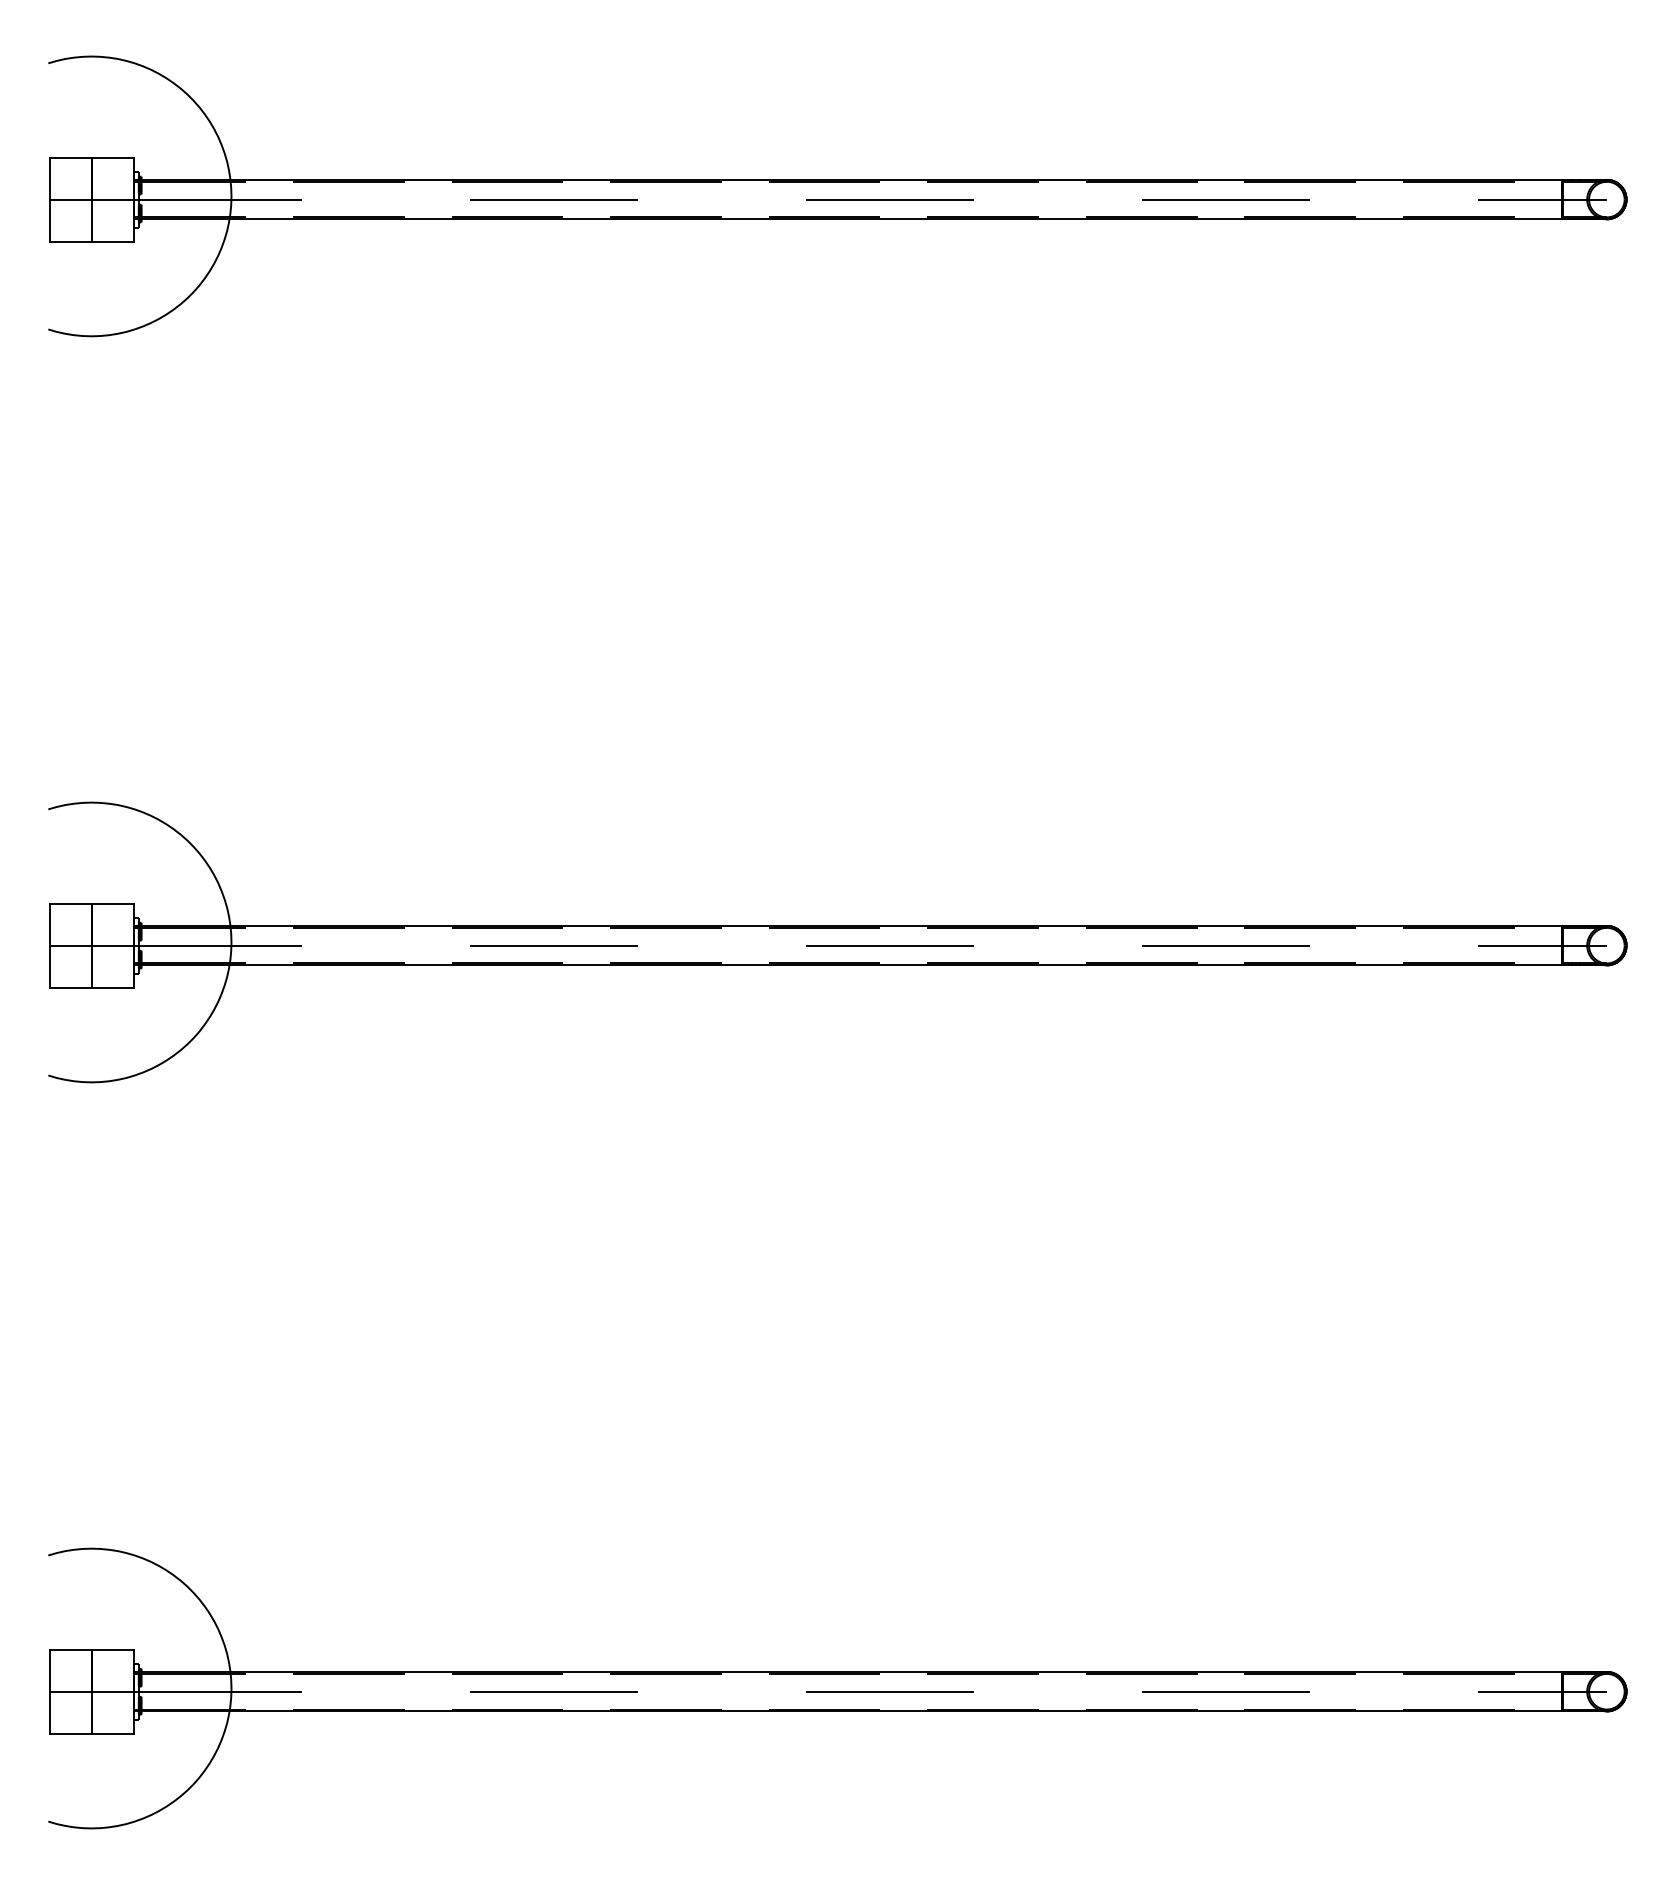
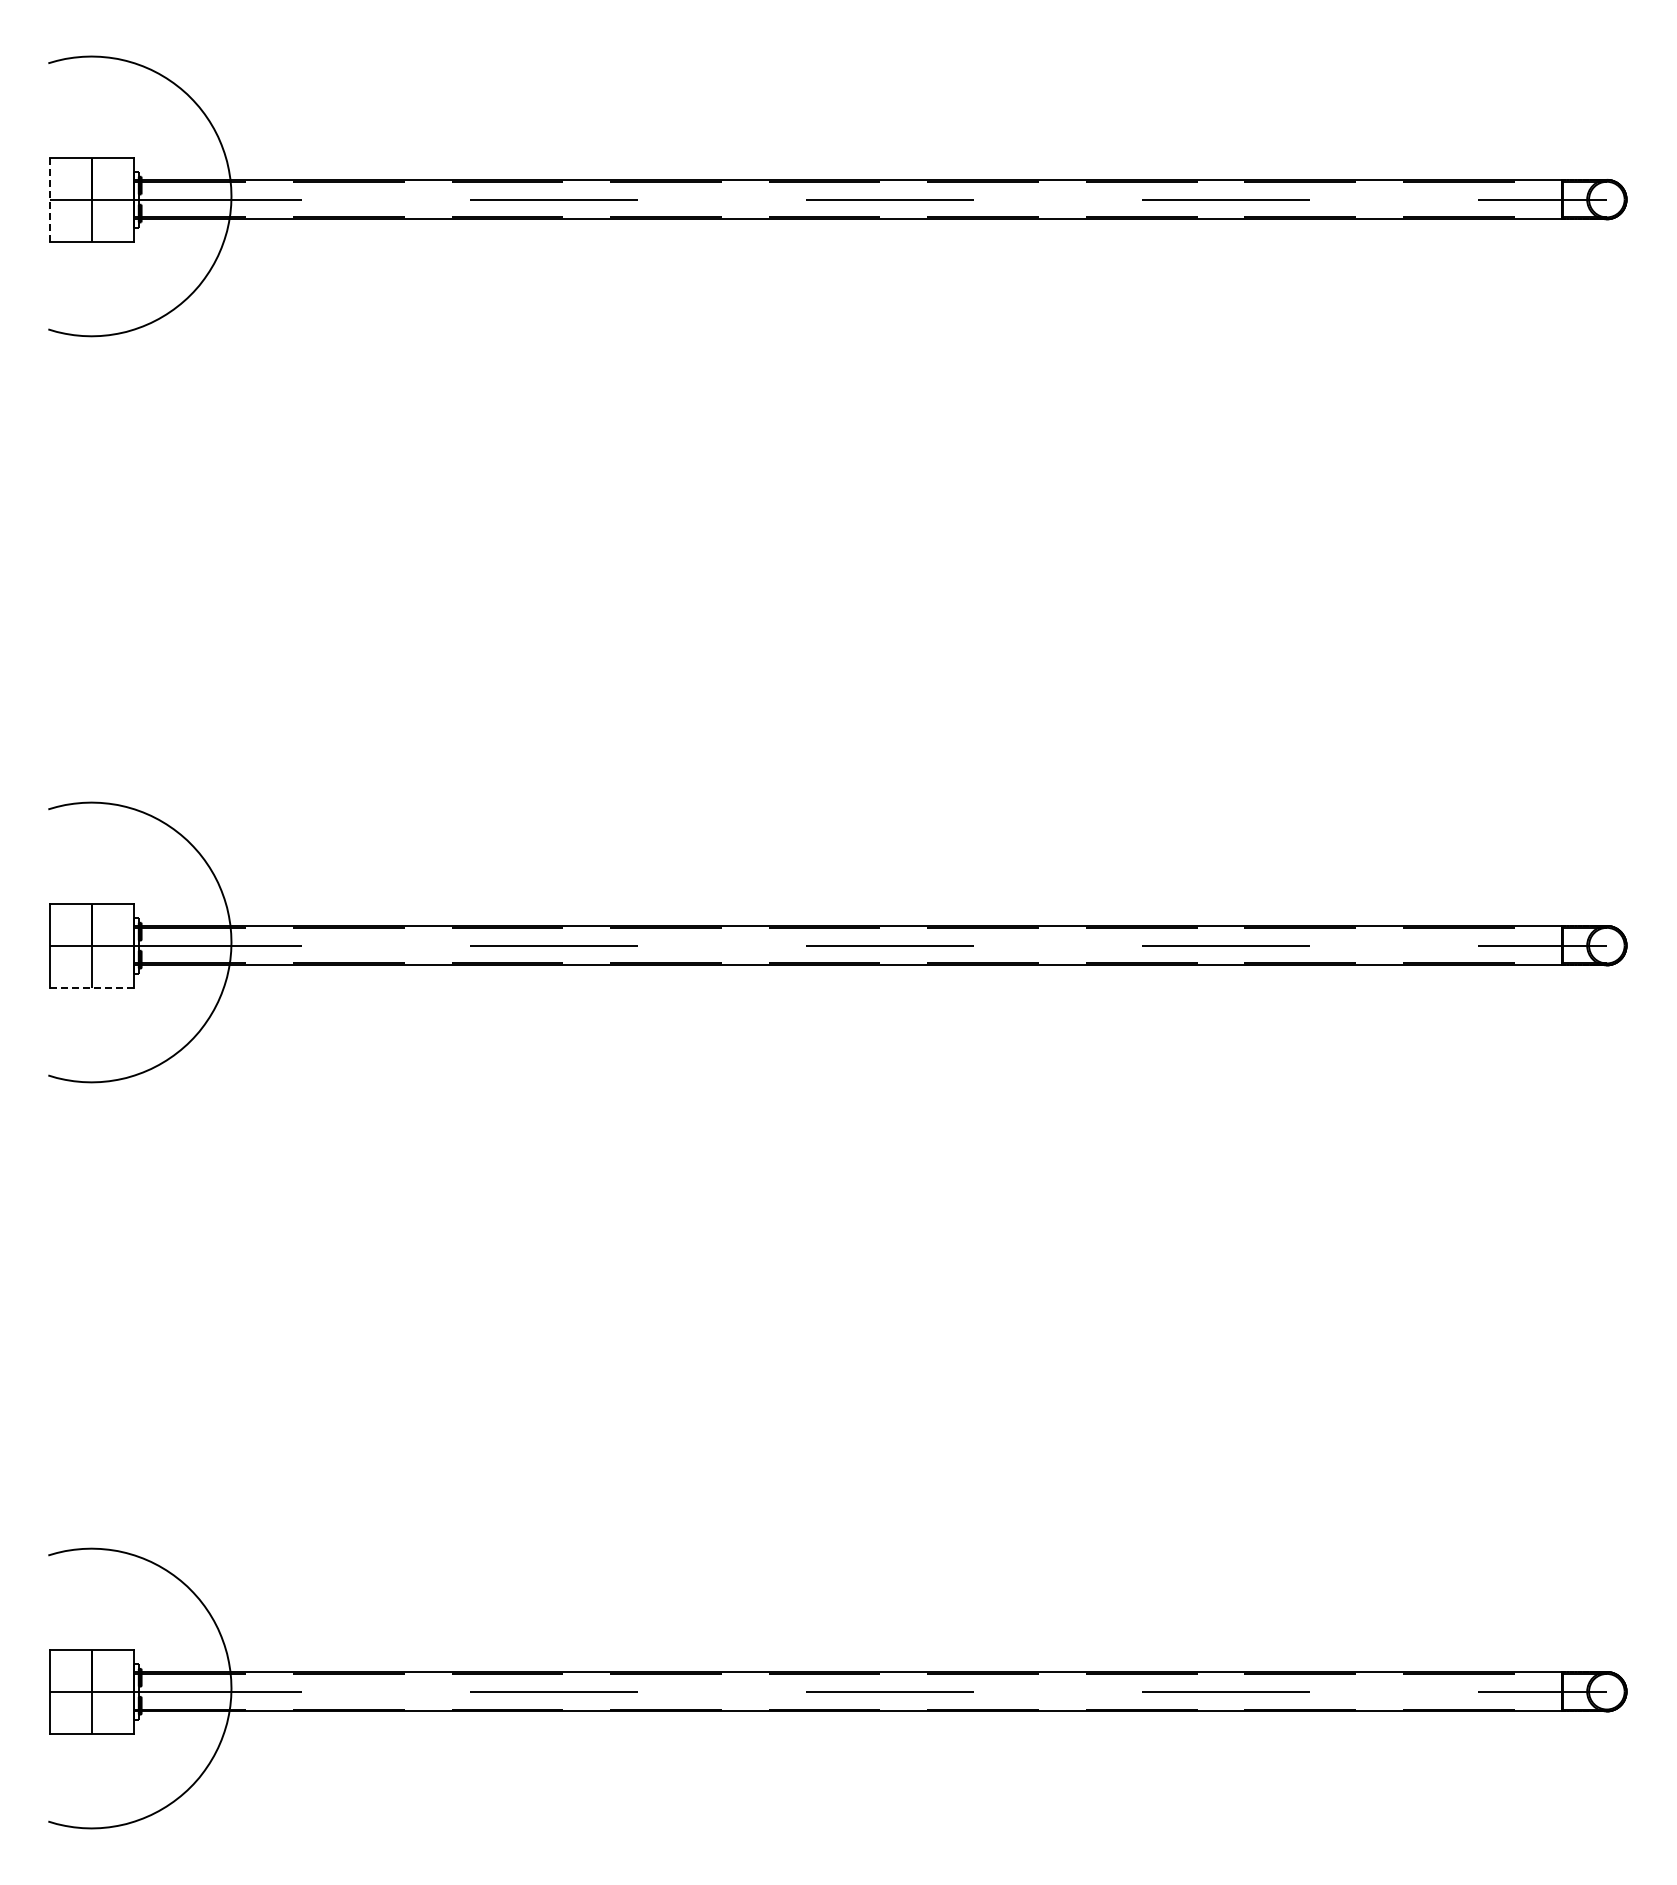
line at (50, 199): solid -> dashed
line at (92, 987): solid -> dashed
